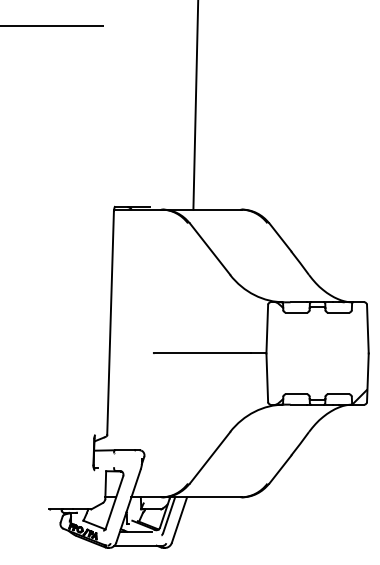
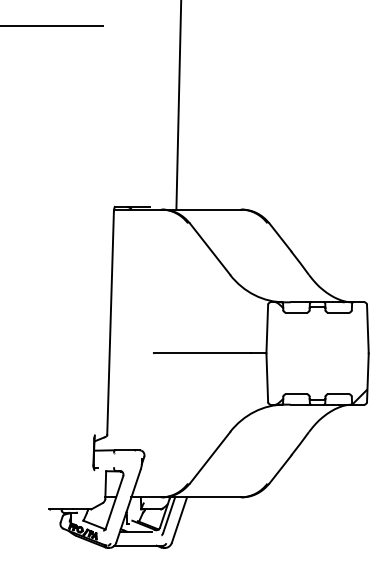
line at (195, 105) position: (195, 105) -> (178, 105)
